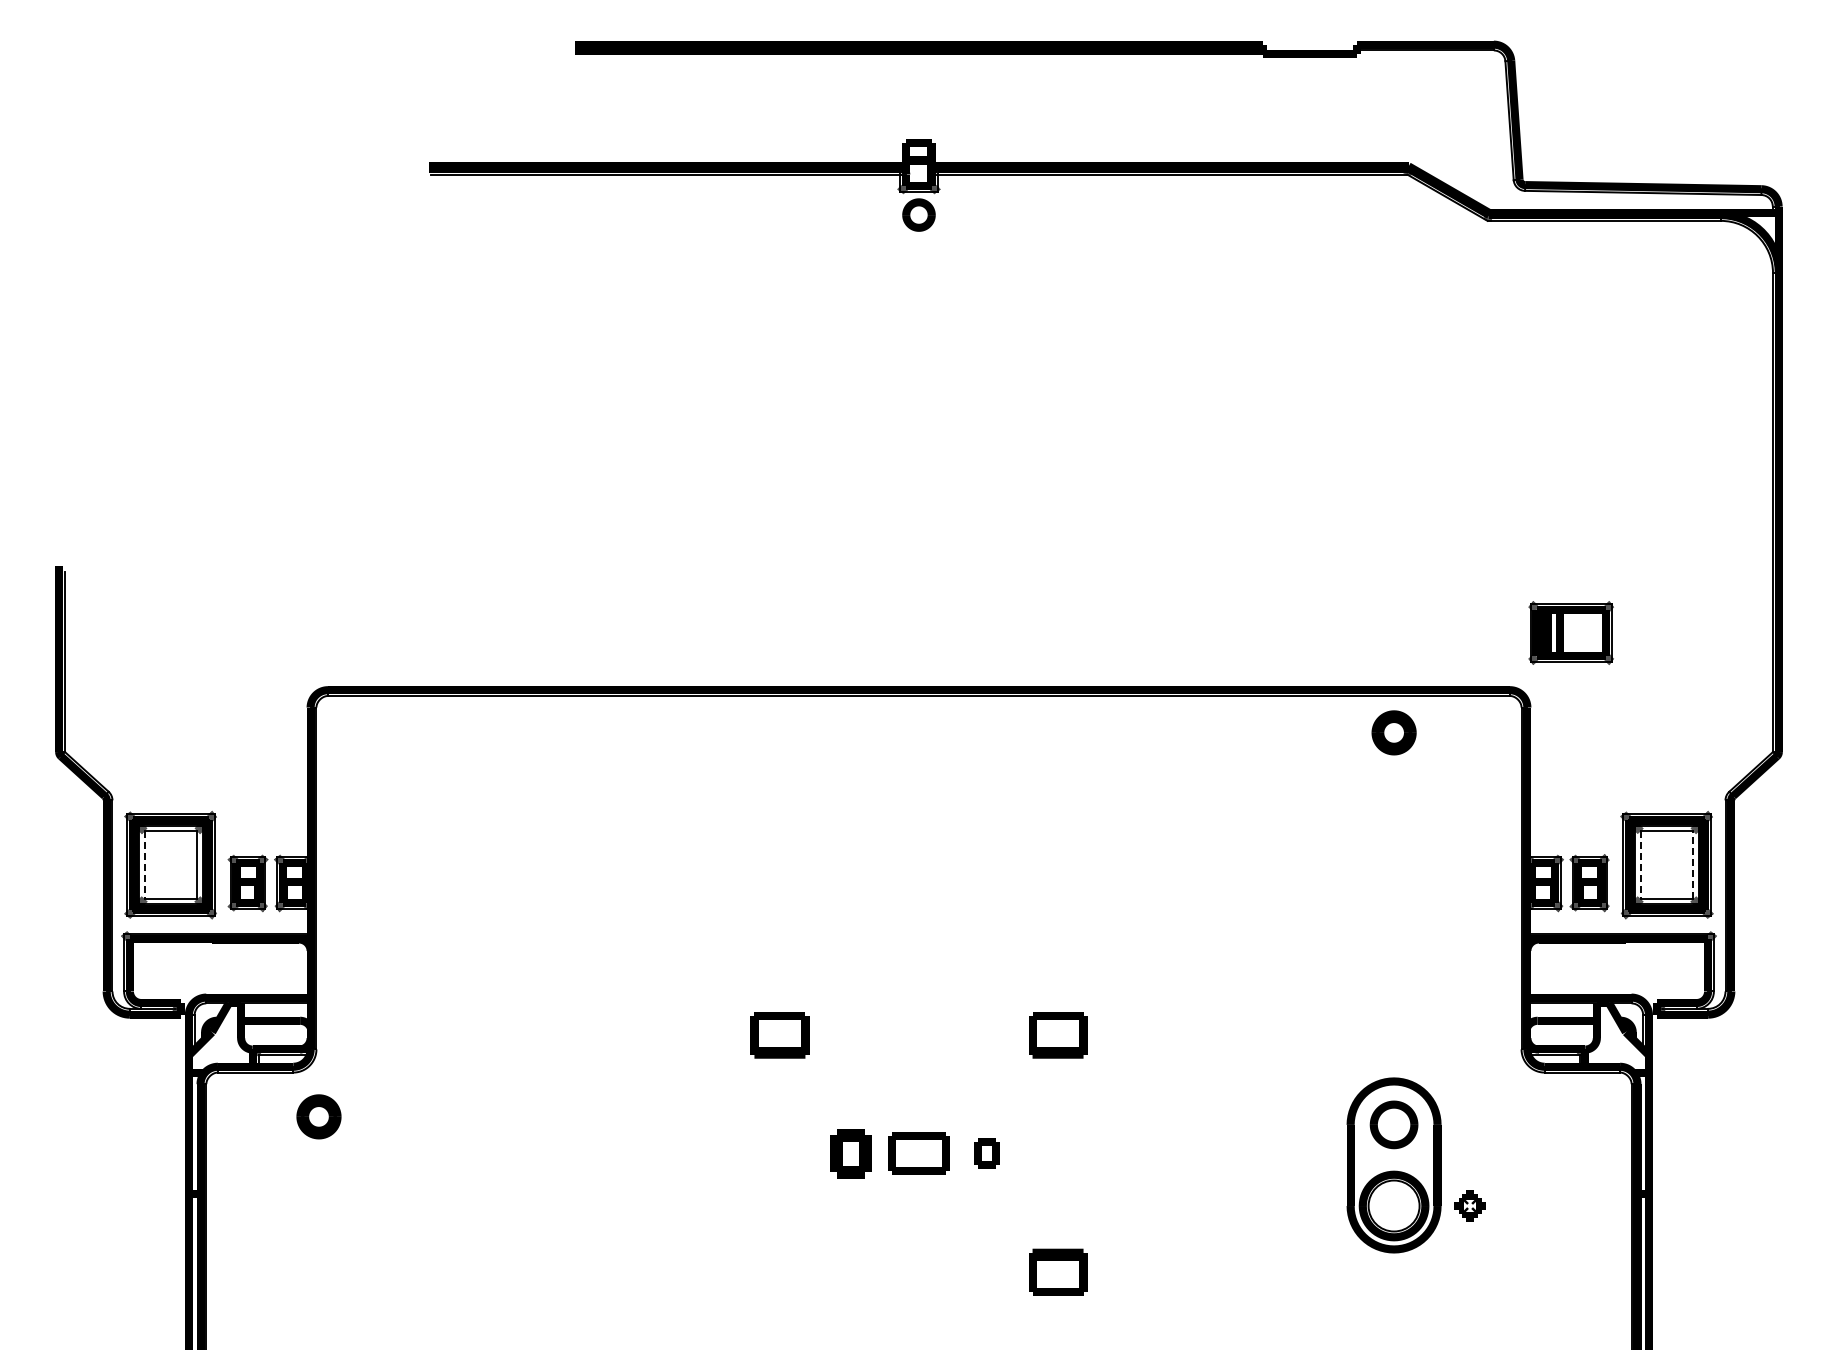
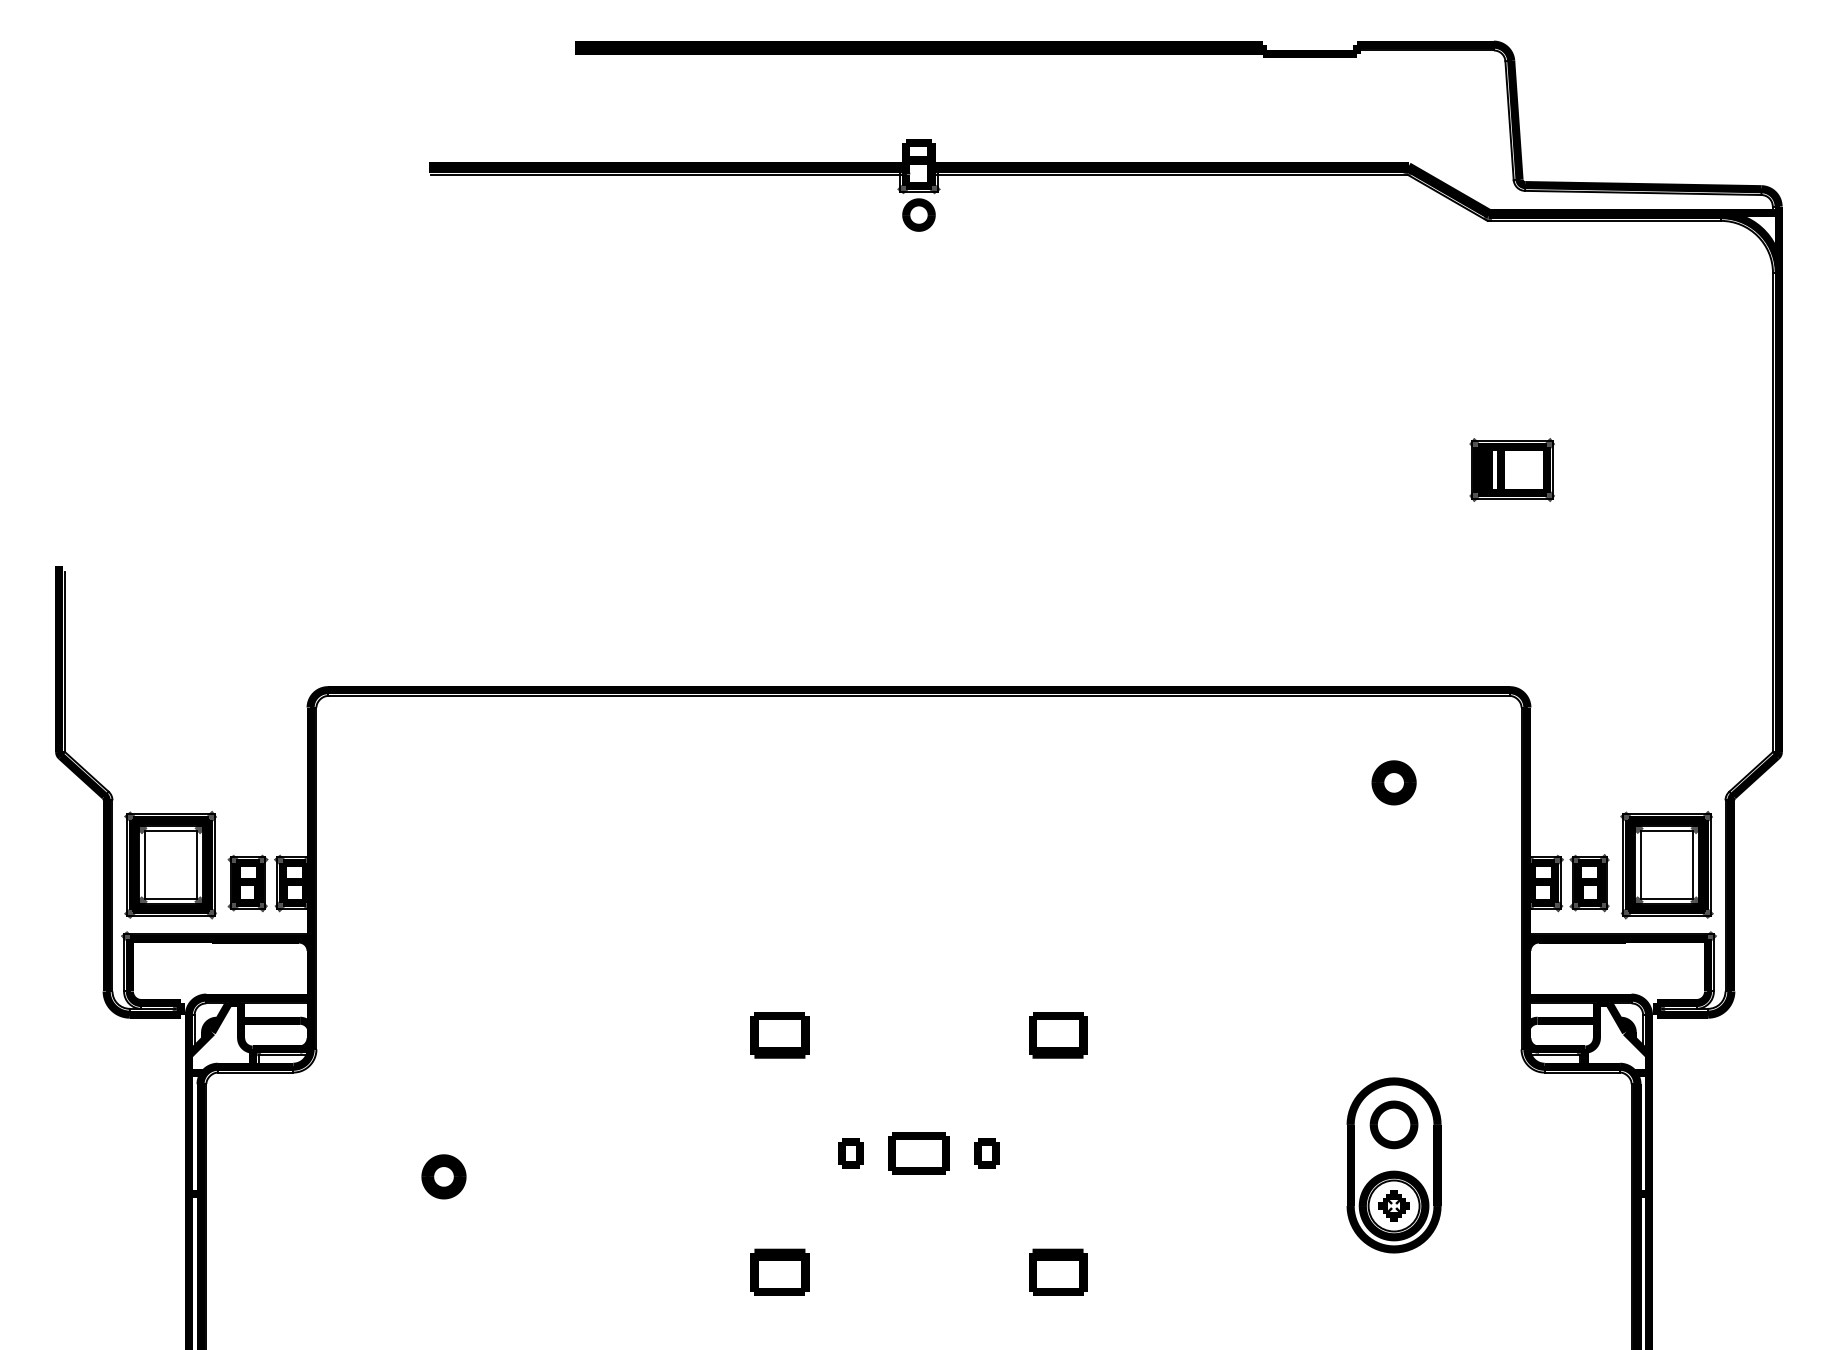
part at (1570, 632) position: (1570, 632) -> (1511, 469)
part at (1393, 732) position: (1393, 732) -> (1393, 782)
line at (144, 865): dashed -> solid
line at (1640, 865): dashed -> solid
line at (1693, 865): dashed -> solid
part at (318, 1116) position: (318, 1116) -> (443, 1176)
part at (850, 1153) size: 42x50 px -> 26x31 px
part at (1469, 1205) position: (1469, 1205) -> (1393, 1205)
part at (779, 1271): none -> present
